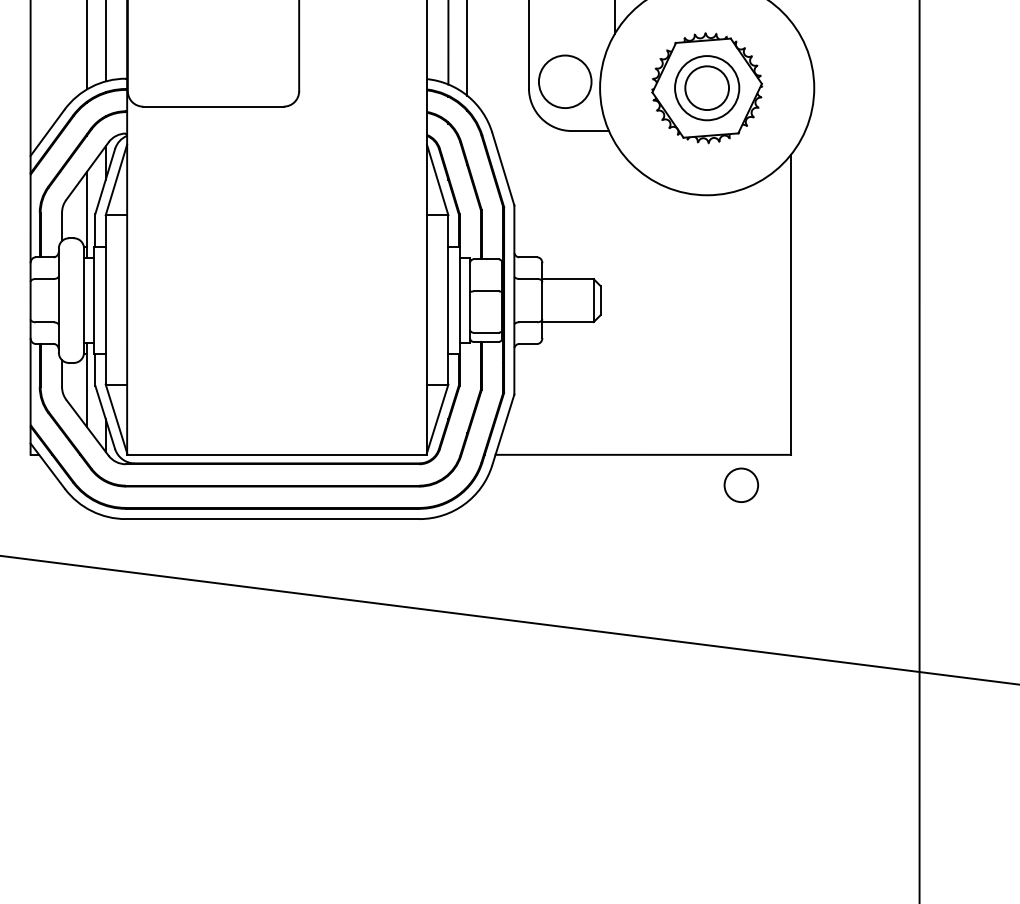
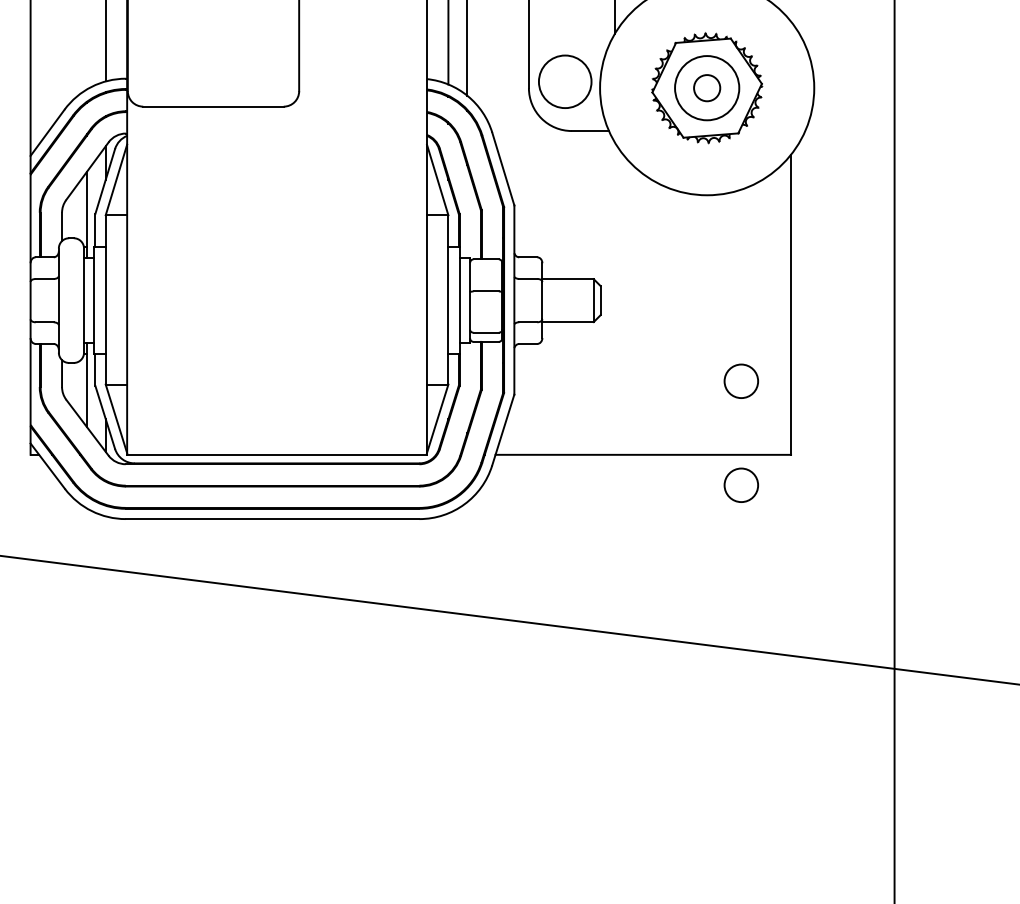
line at (86, 45): present -> none
circle at (707, 88) diameter: 44 px -> 26 px
circle at (740, 380): none -> present
line at (919, 451) position: (919, 451) -> (894, 451)
